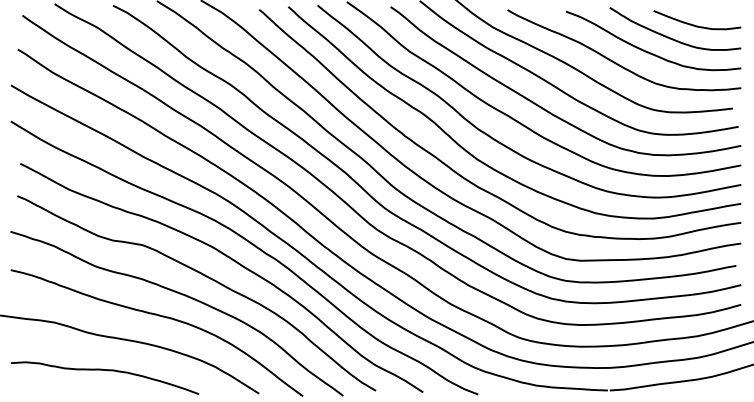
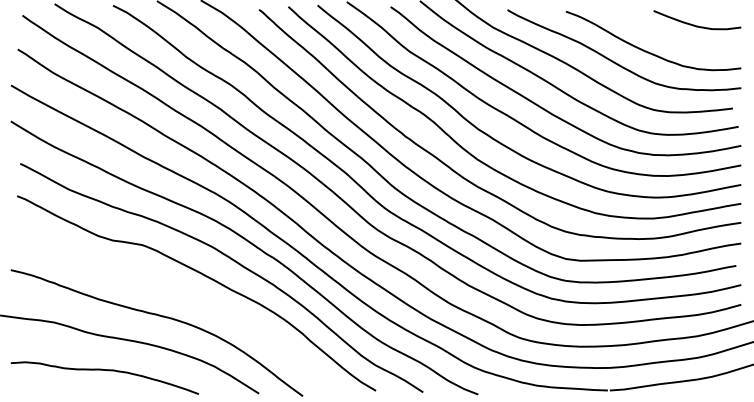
curve at (671, 37): present -> none
curve at (182, 295): present -> none
